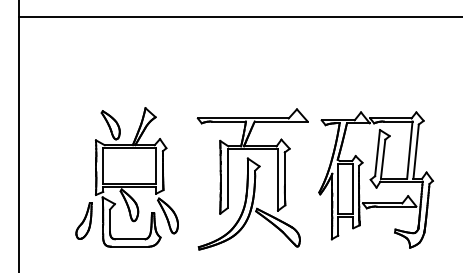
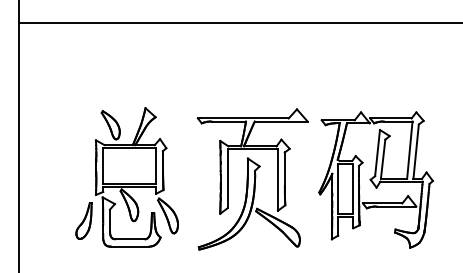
line at (238, 16) position: (238, 16) -> (238, 22)
